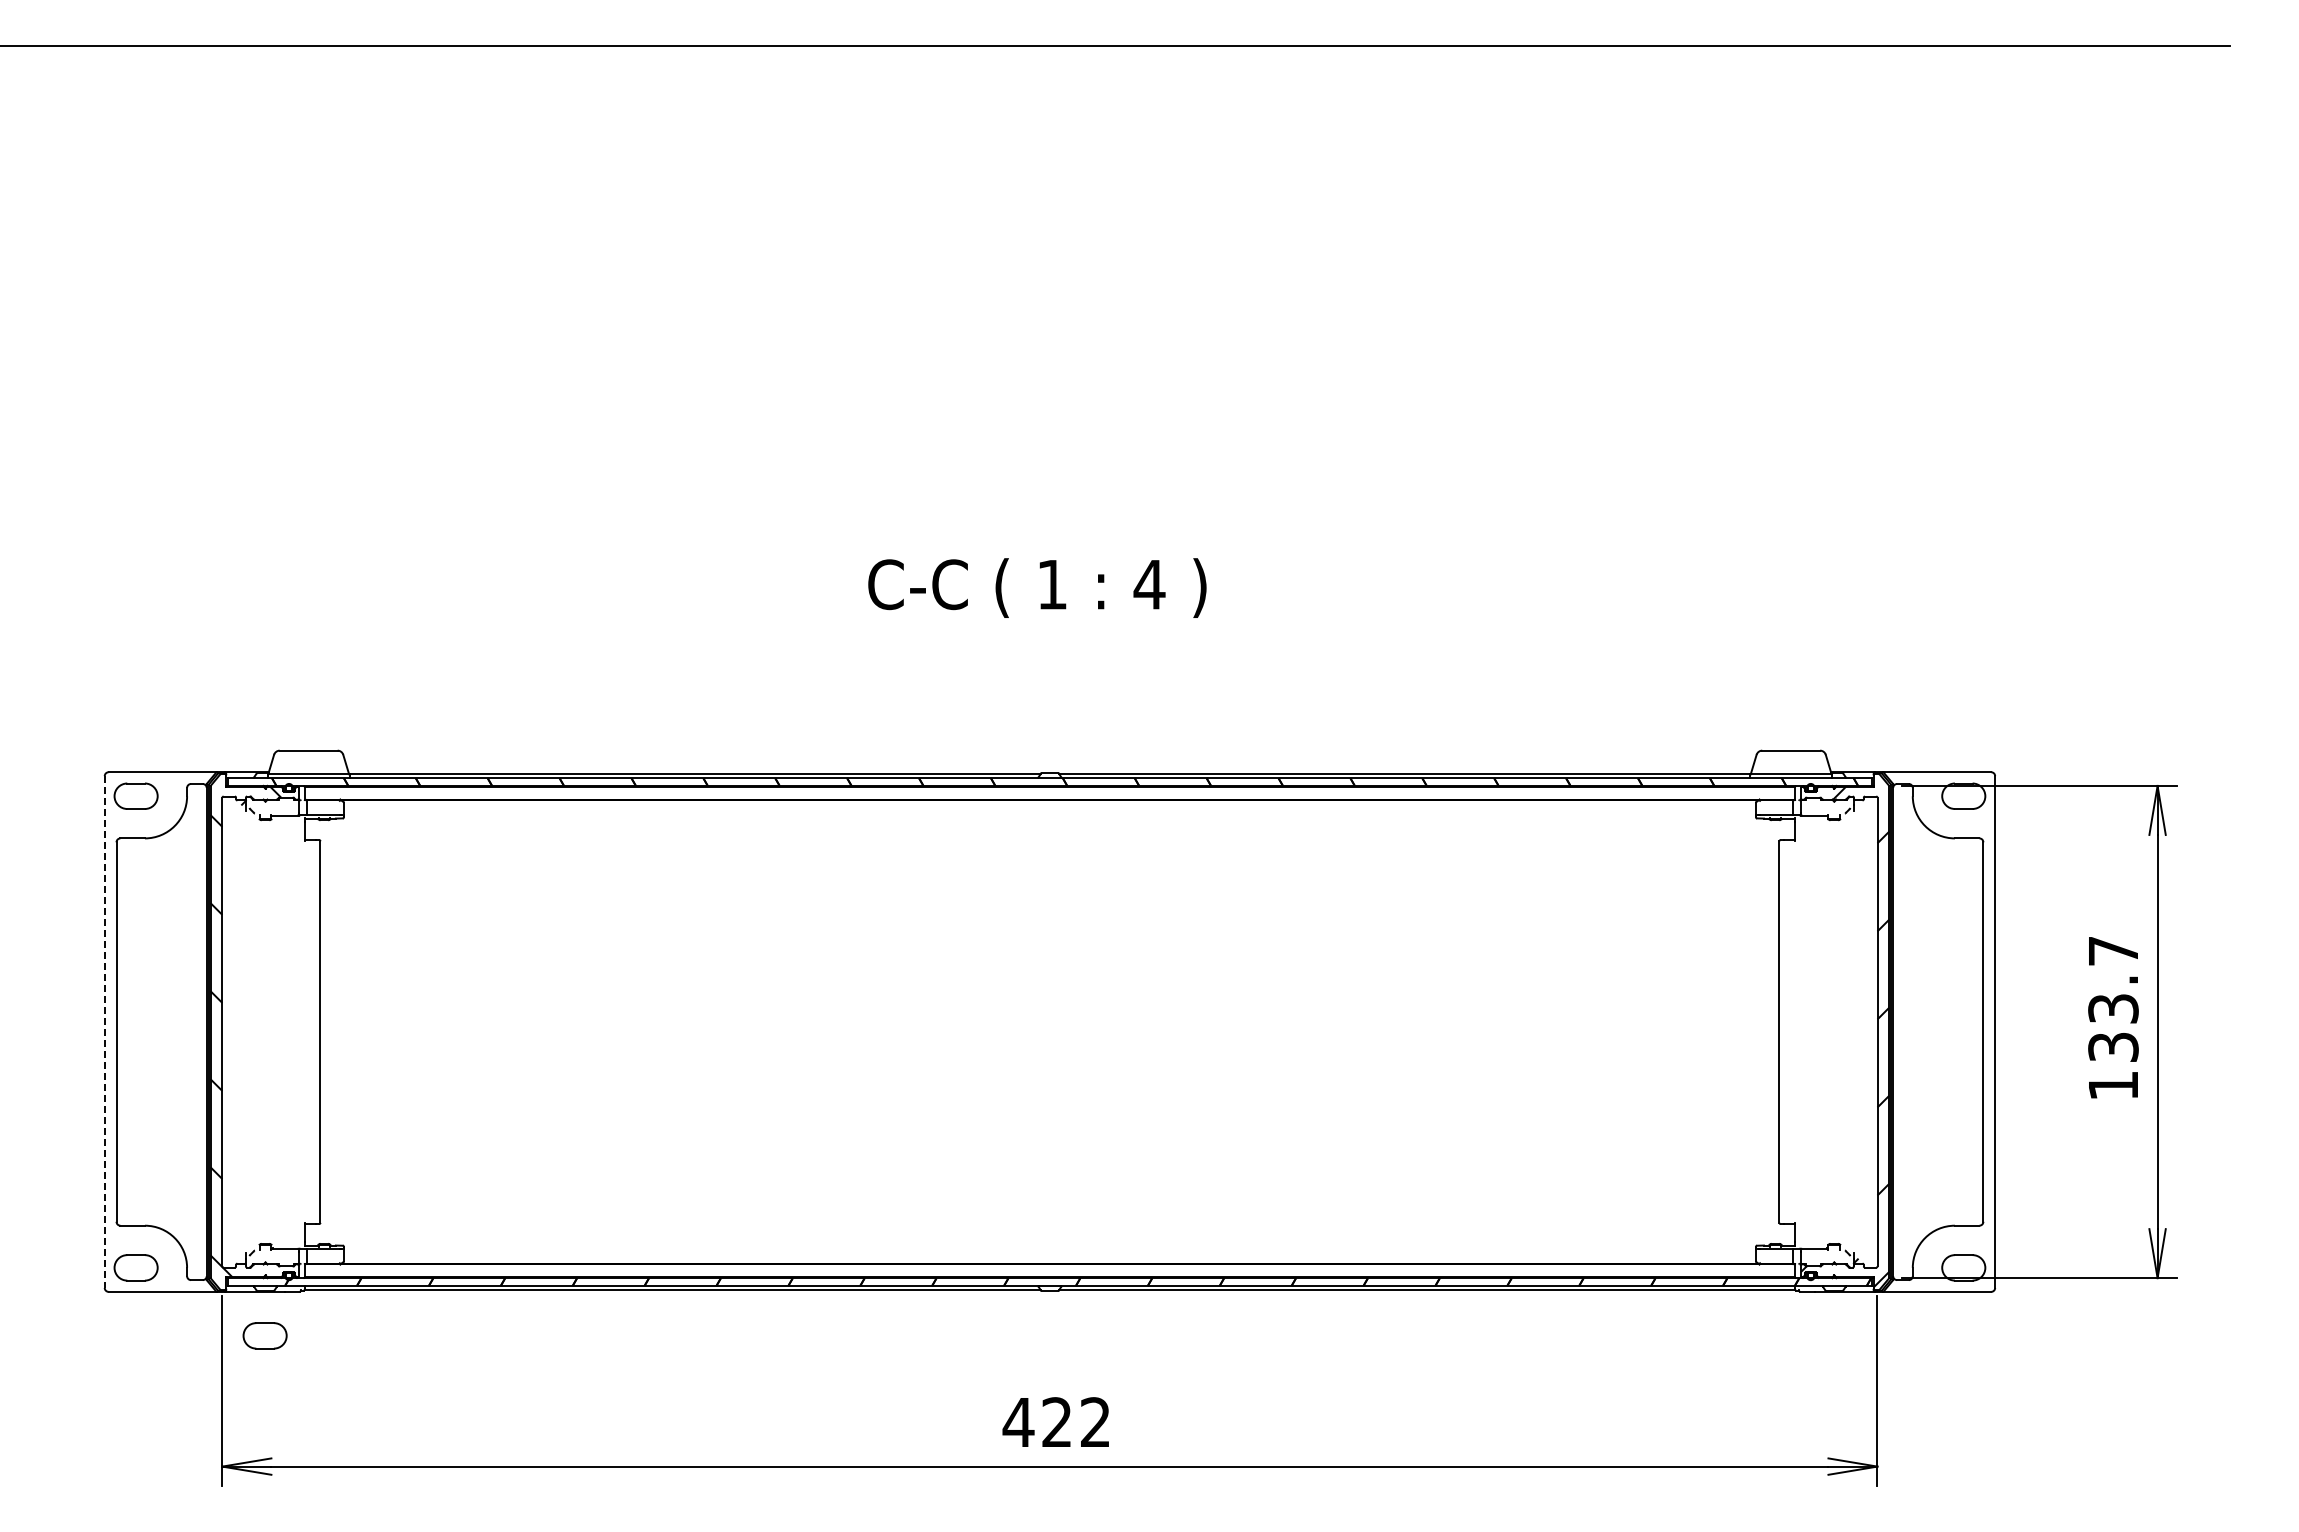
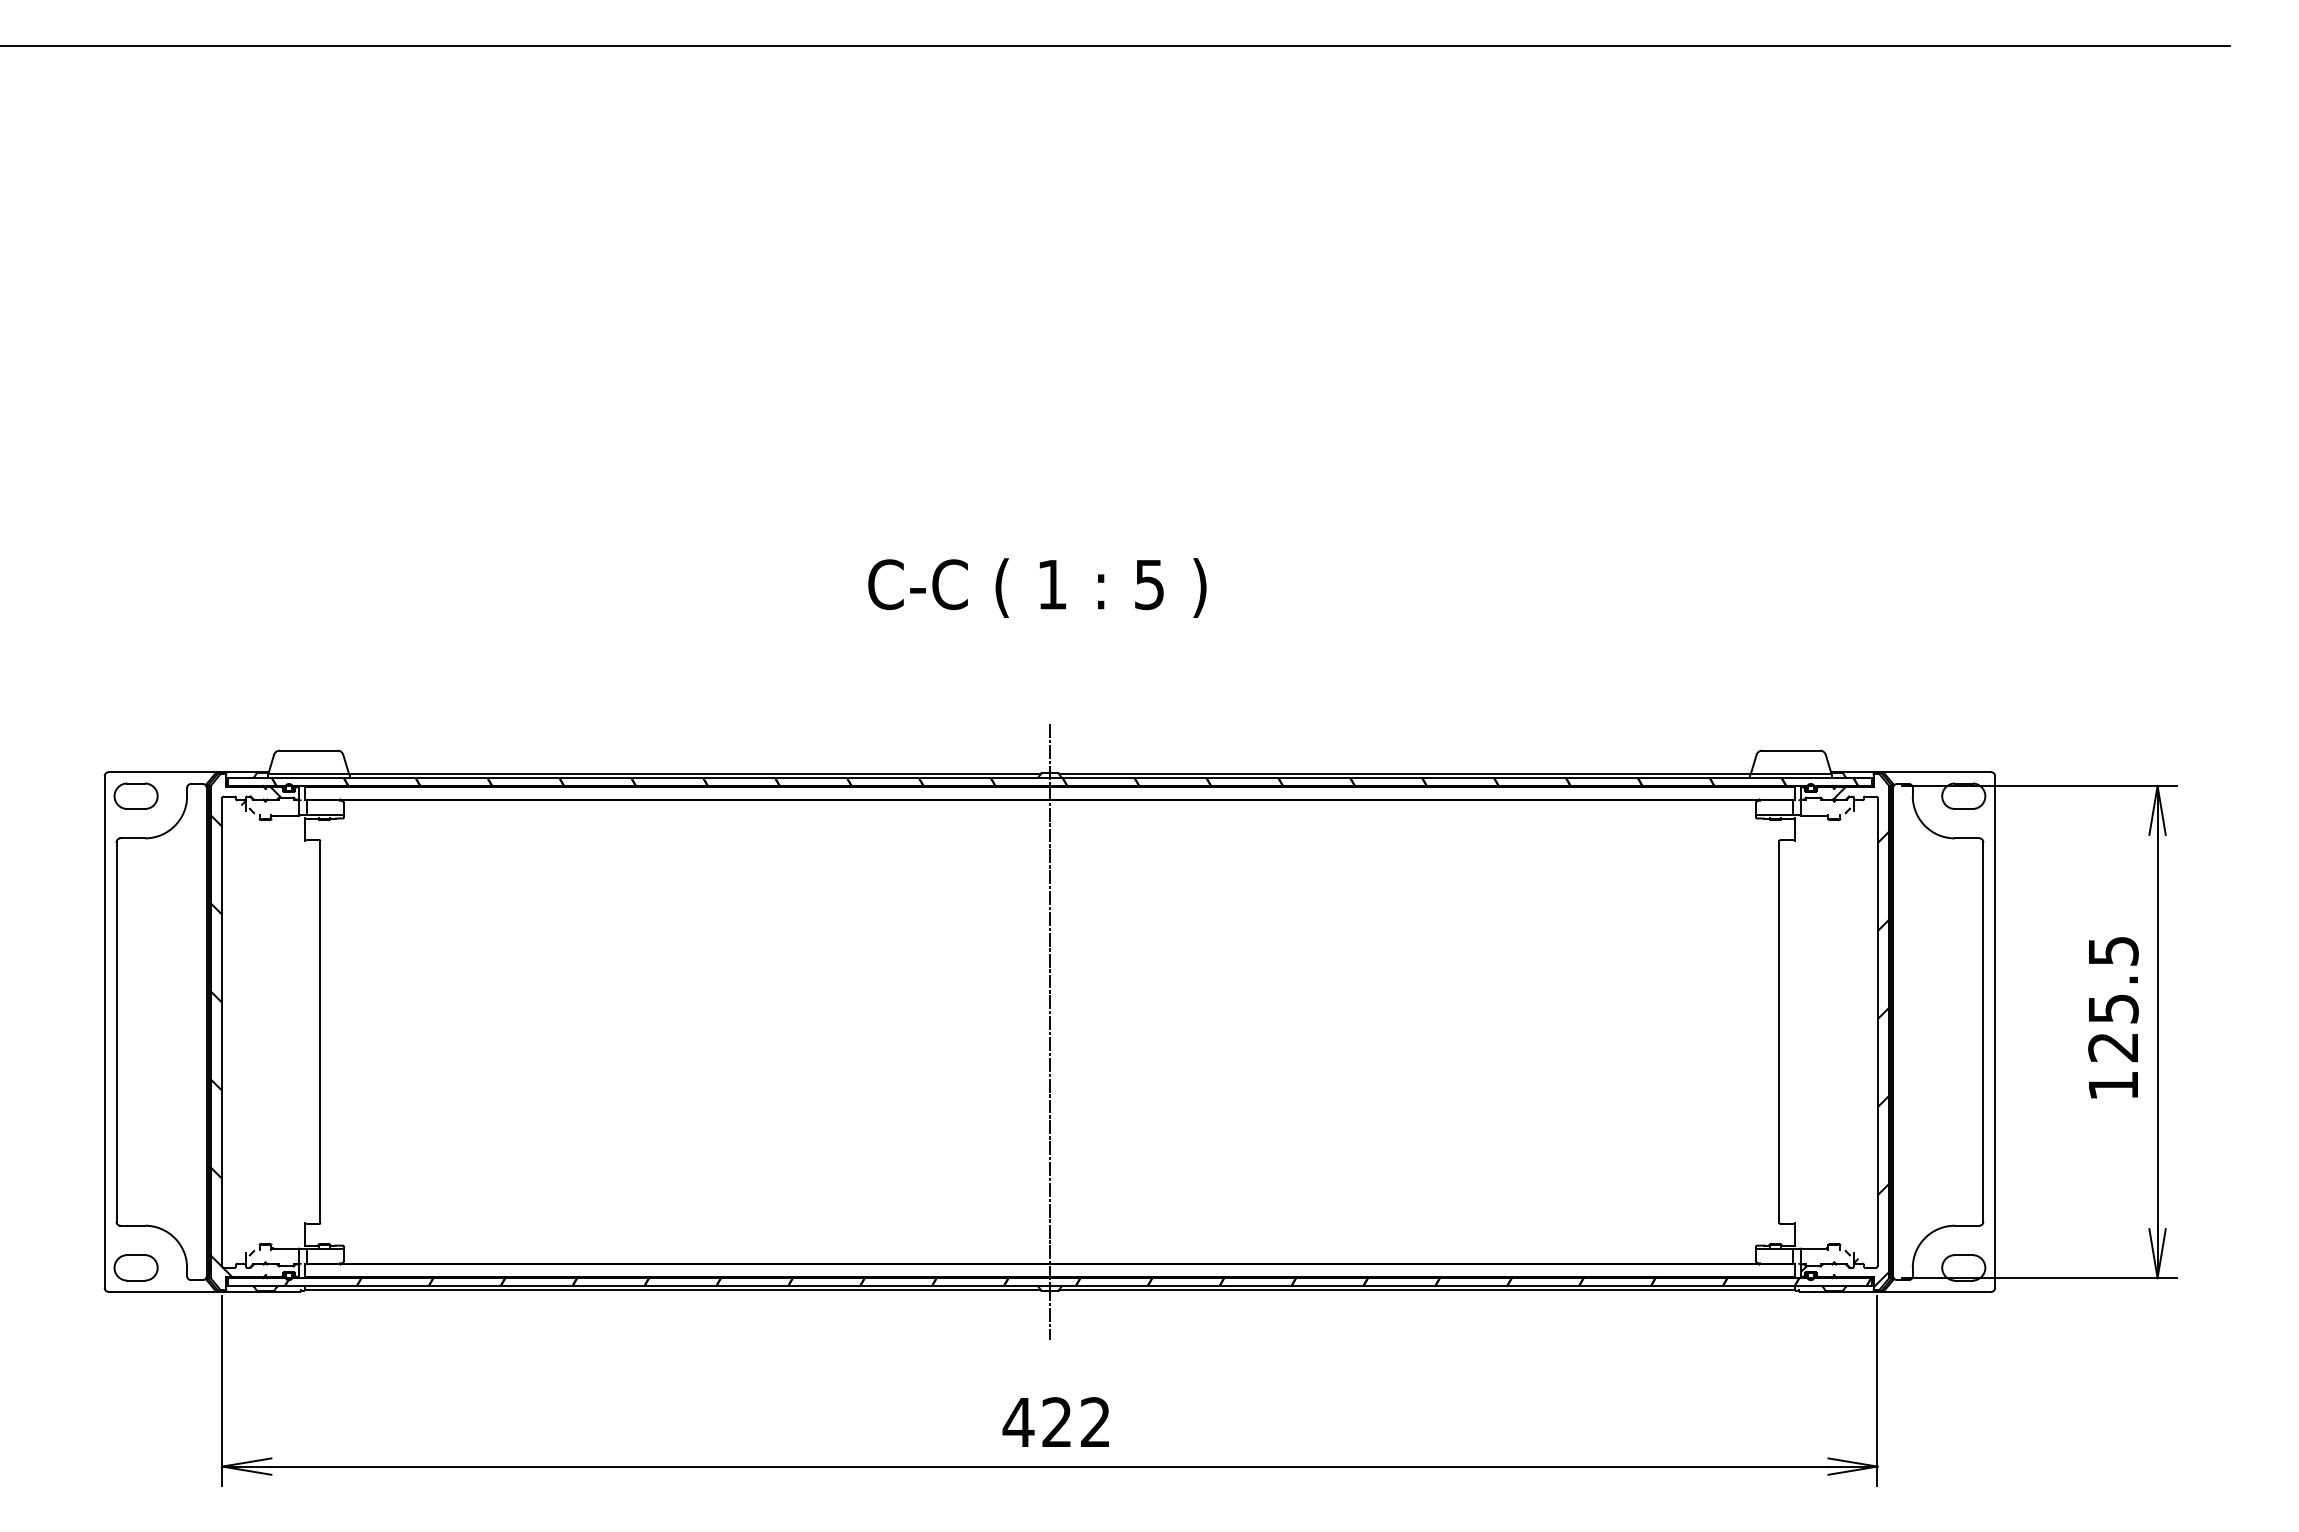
text at (1149, 585): 4 -> 5
text at (2113, 999): 133.7 -> 125.5
line at (1049, 1031): none -> present
line at (104, 1032): dashed -> solid
part at (264, 1335): present -> none
